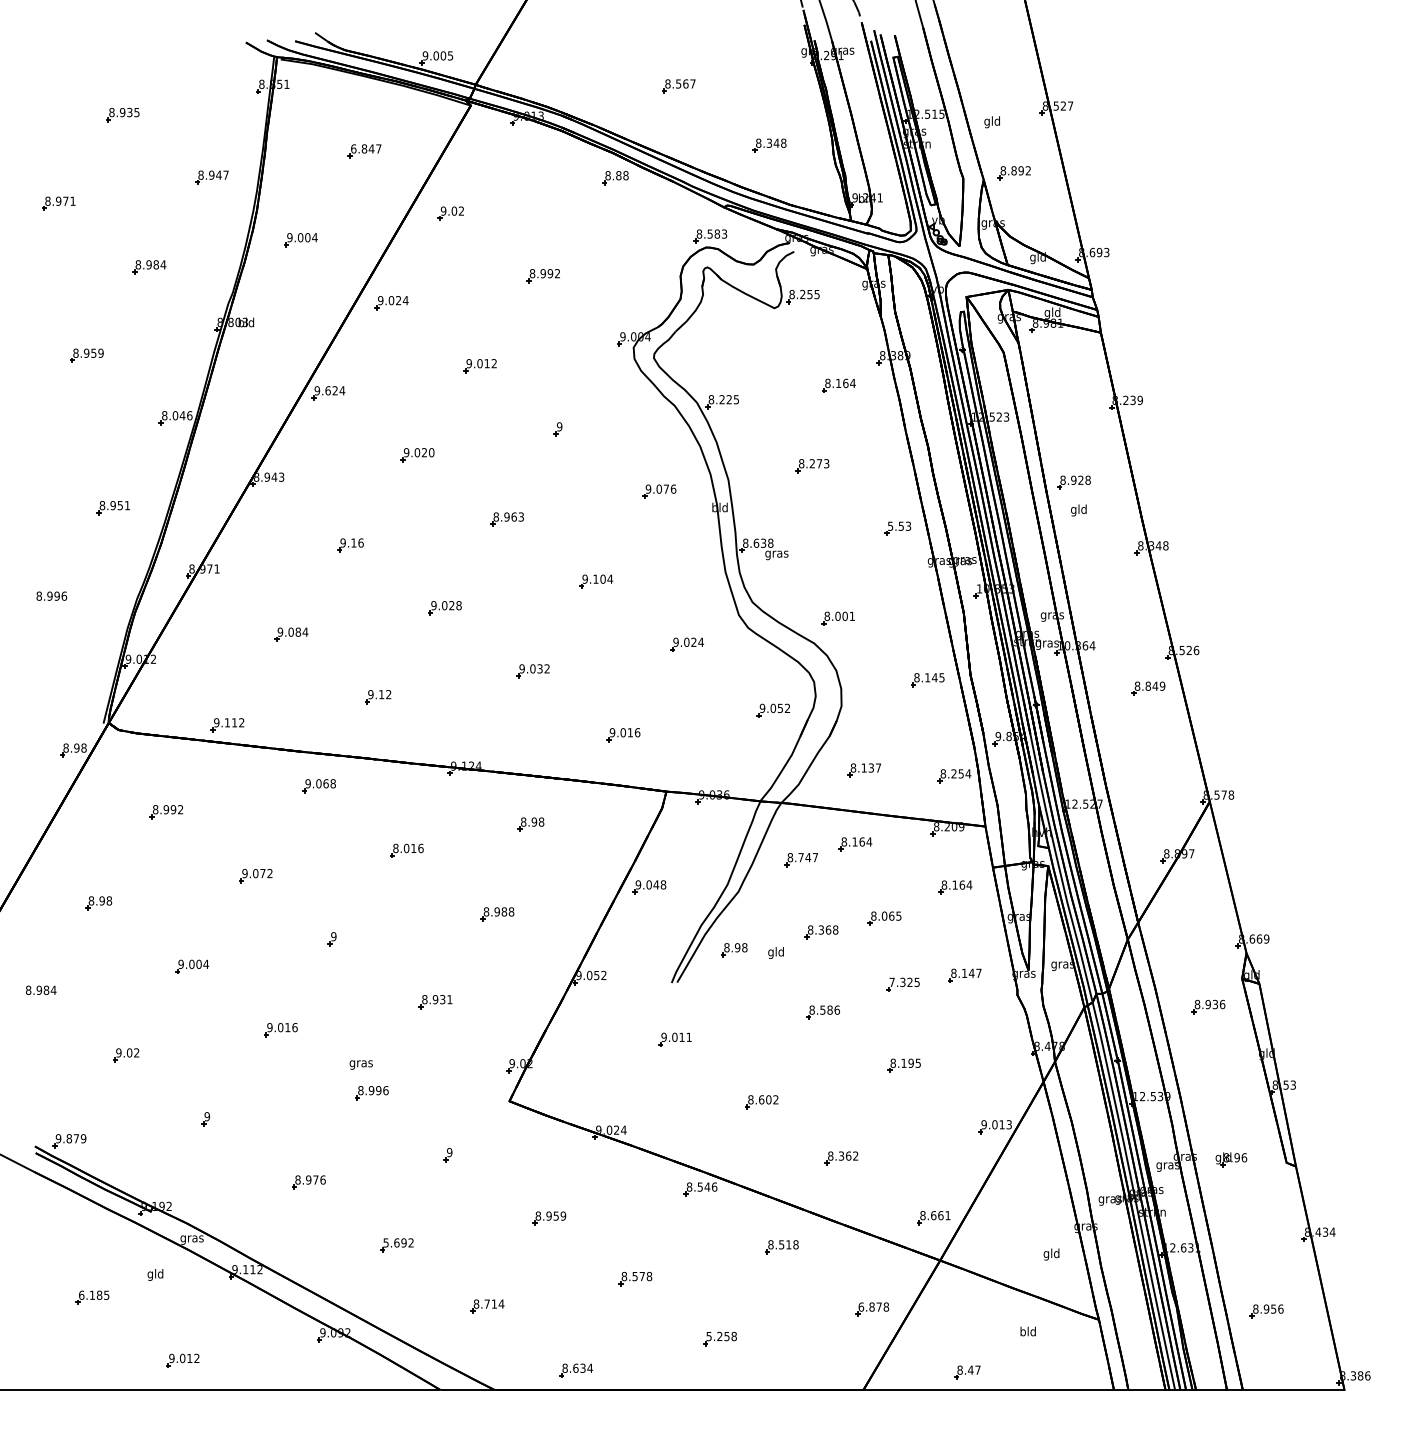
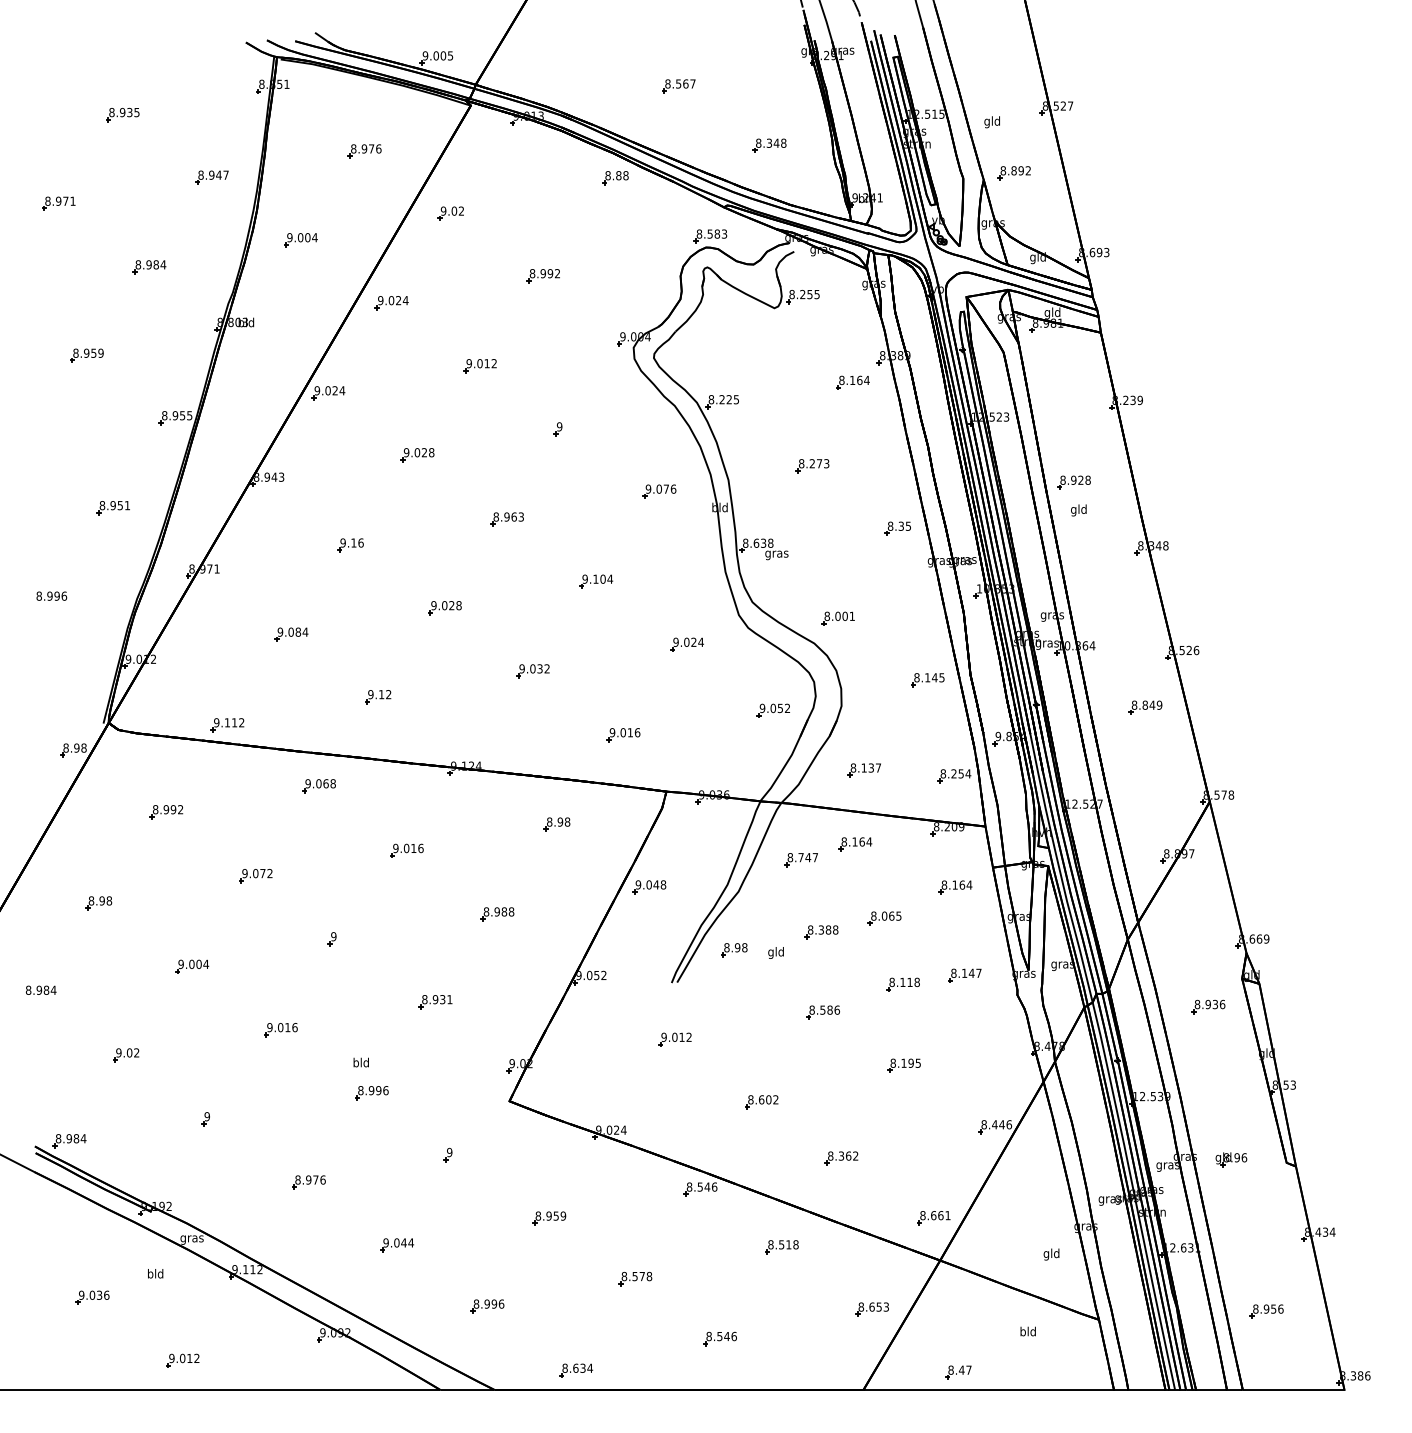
text at (366, 148): 6.847 -> 8.976
part at (838, 385) position: (838, 385) -> (852, 382)
text at (327, 390): 9.624 -> 9.024
text at (182, 415): 8.046 -> 8.955
text at (431, 452): 9.020 -> 9.028
text at (899, 525): 5.53 -> 8.35
part at (1148, 688) position: (1148, 688) -> (1145, 707)
part at (530, 824) position: (530, 824) -> (556, 824)
text at (395, 848): 8.016 -> 9.016
text at (828, 929): 8.368 -> 8.388
text at (904, 982): 7.325 -> 8.118
text at (688, 1036): 9.011 -> 9.012
text at (360, 1063): gras -> bld
text at (996, 1124): 9.013 -> 8.446
text at (70, 1138): 9.879 -> 8.984
text at (398, 1242): 5.692 -> 9.044
text at (150, 1274): gld -> bld
text at (94, 1294): 6.185 -> 9.036
text at (494, 1303): 8.714 -> 8.996
text at (873, 1306): 6.878 -> 8.653
text at (721, 1336): 5.258 -> 8.546
part at (967, 1372) position: (967, 1372) -> (958, 1372)
